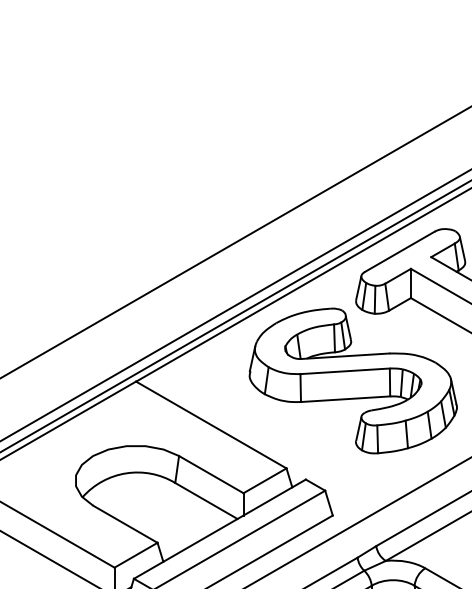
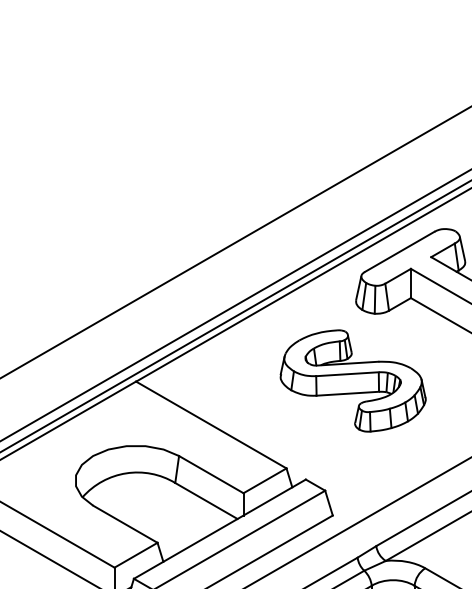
part at (352, 380) size: 210x148 px -> 148x104 px
